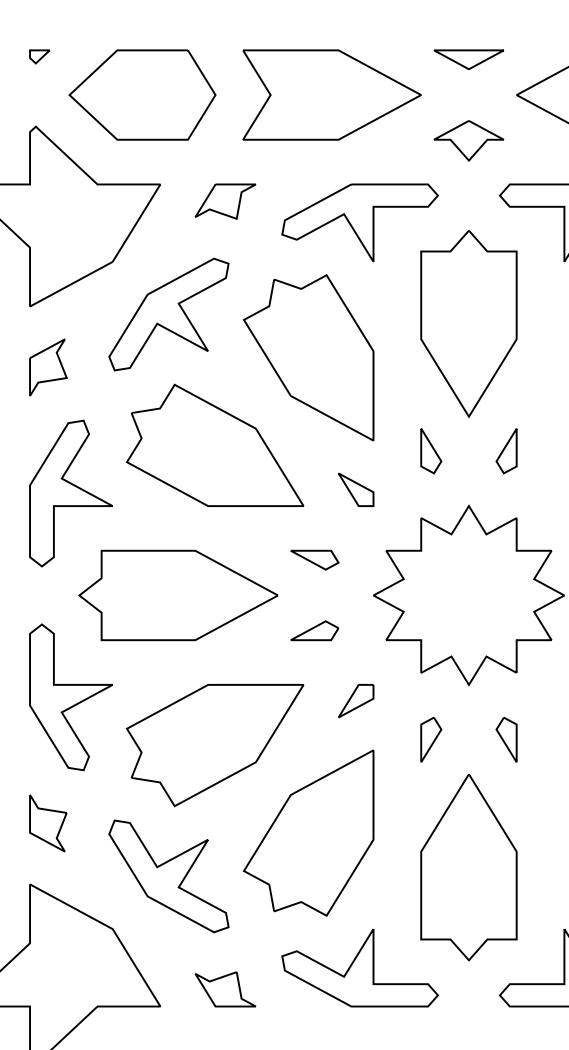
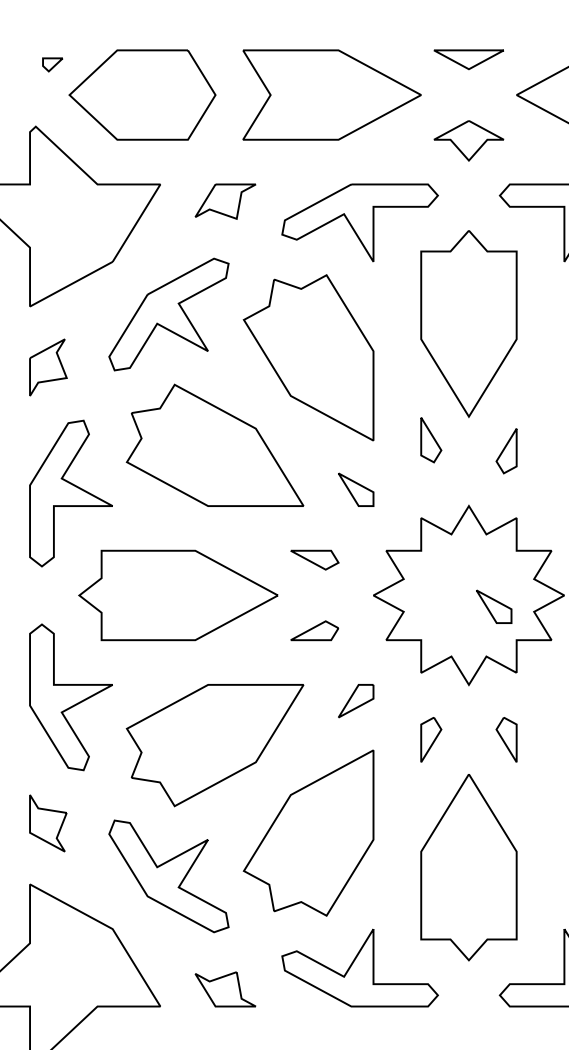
part at (39, 56) position: (39, 56) -> (52, 64)
part at (431, 451) position: (431, 451) -> (431, 440)
part at (494, 606): none -> present
